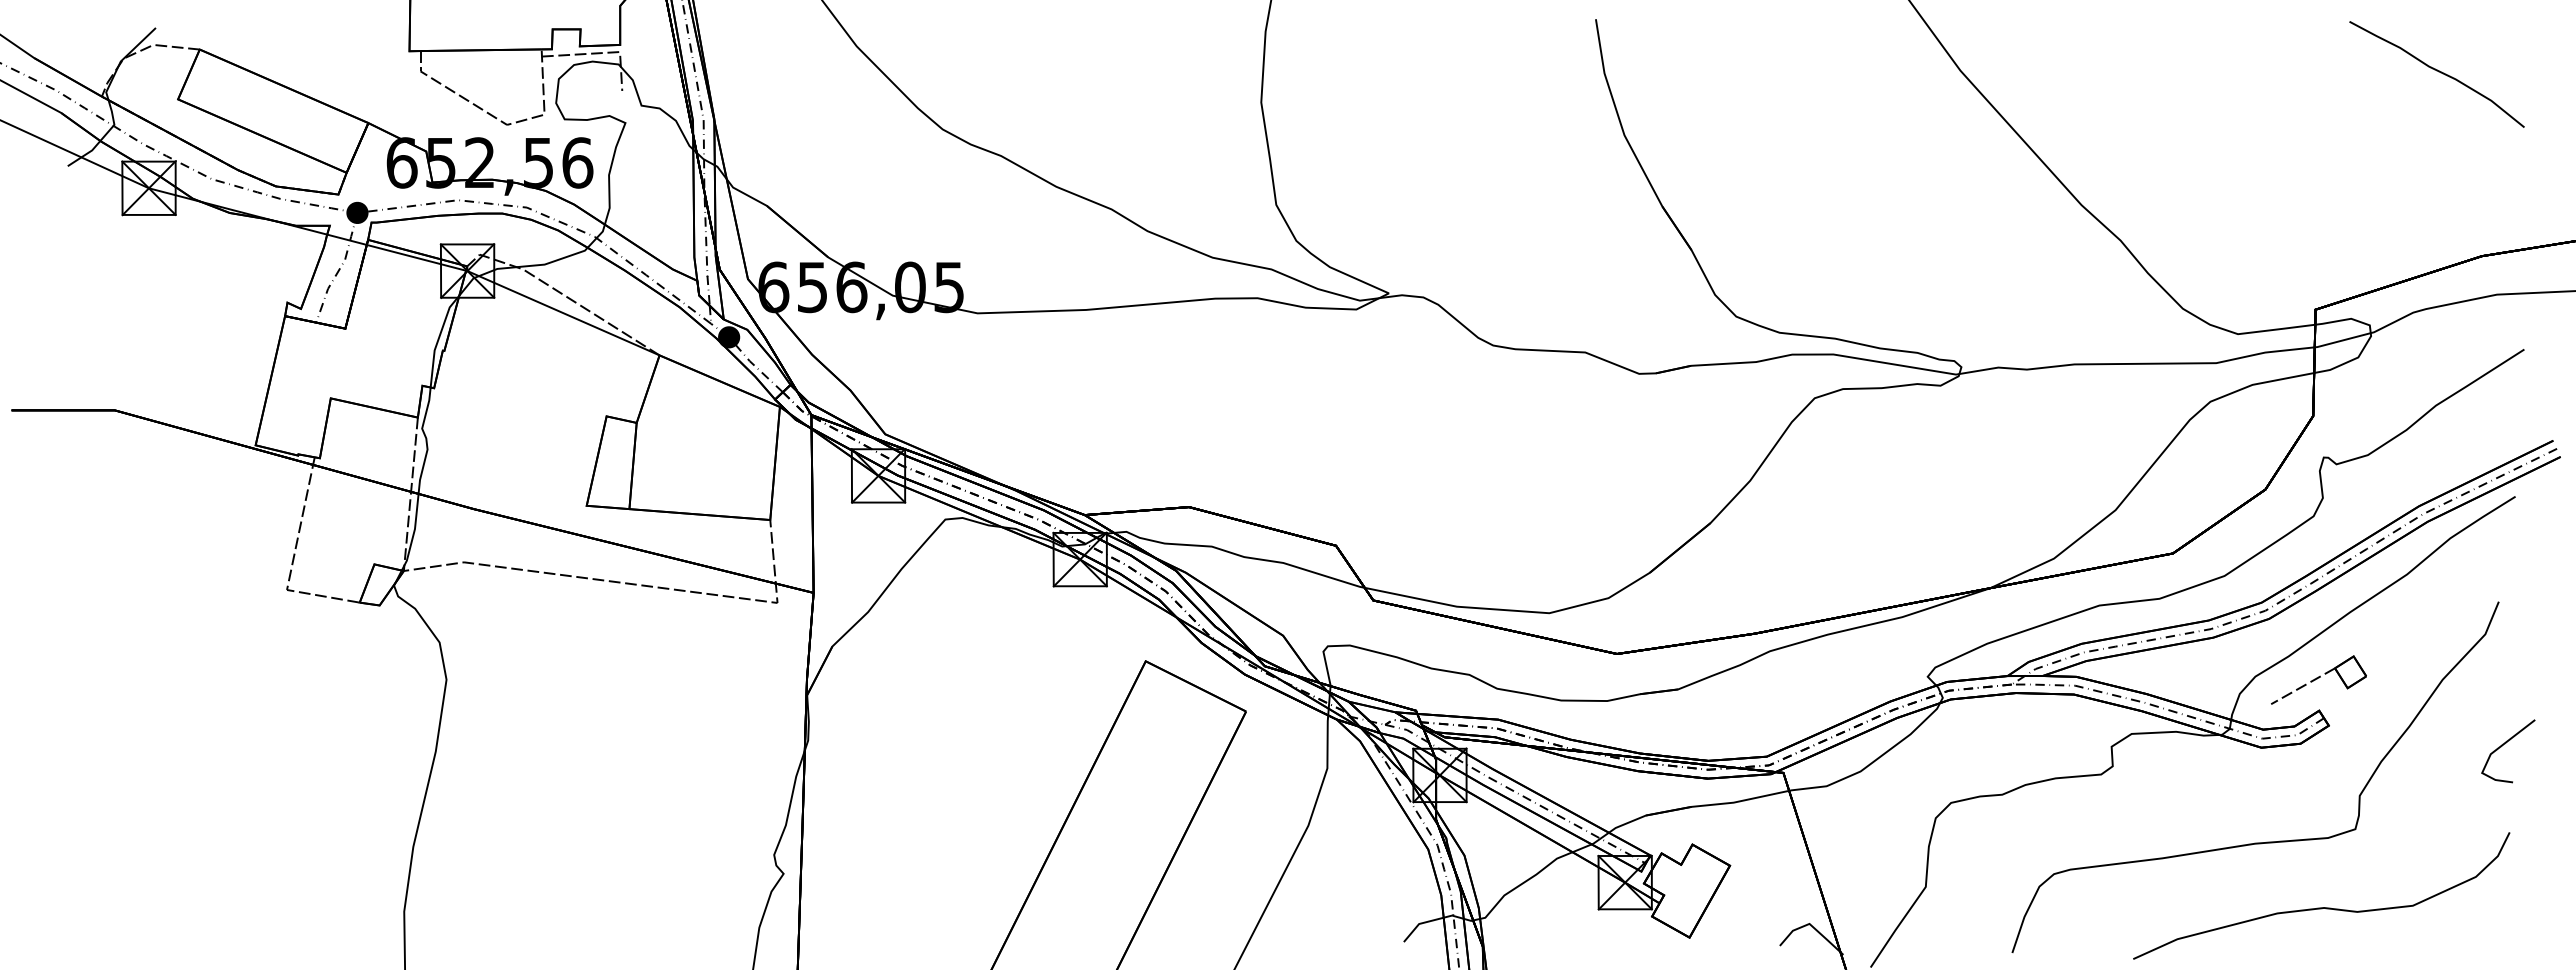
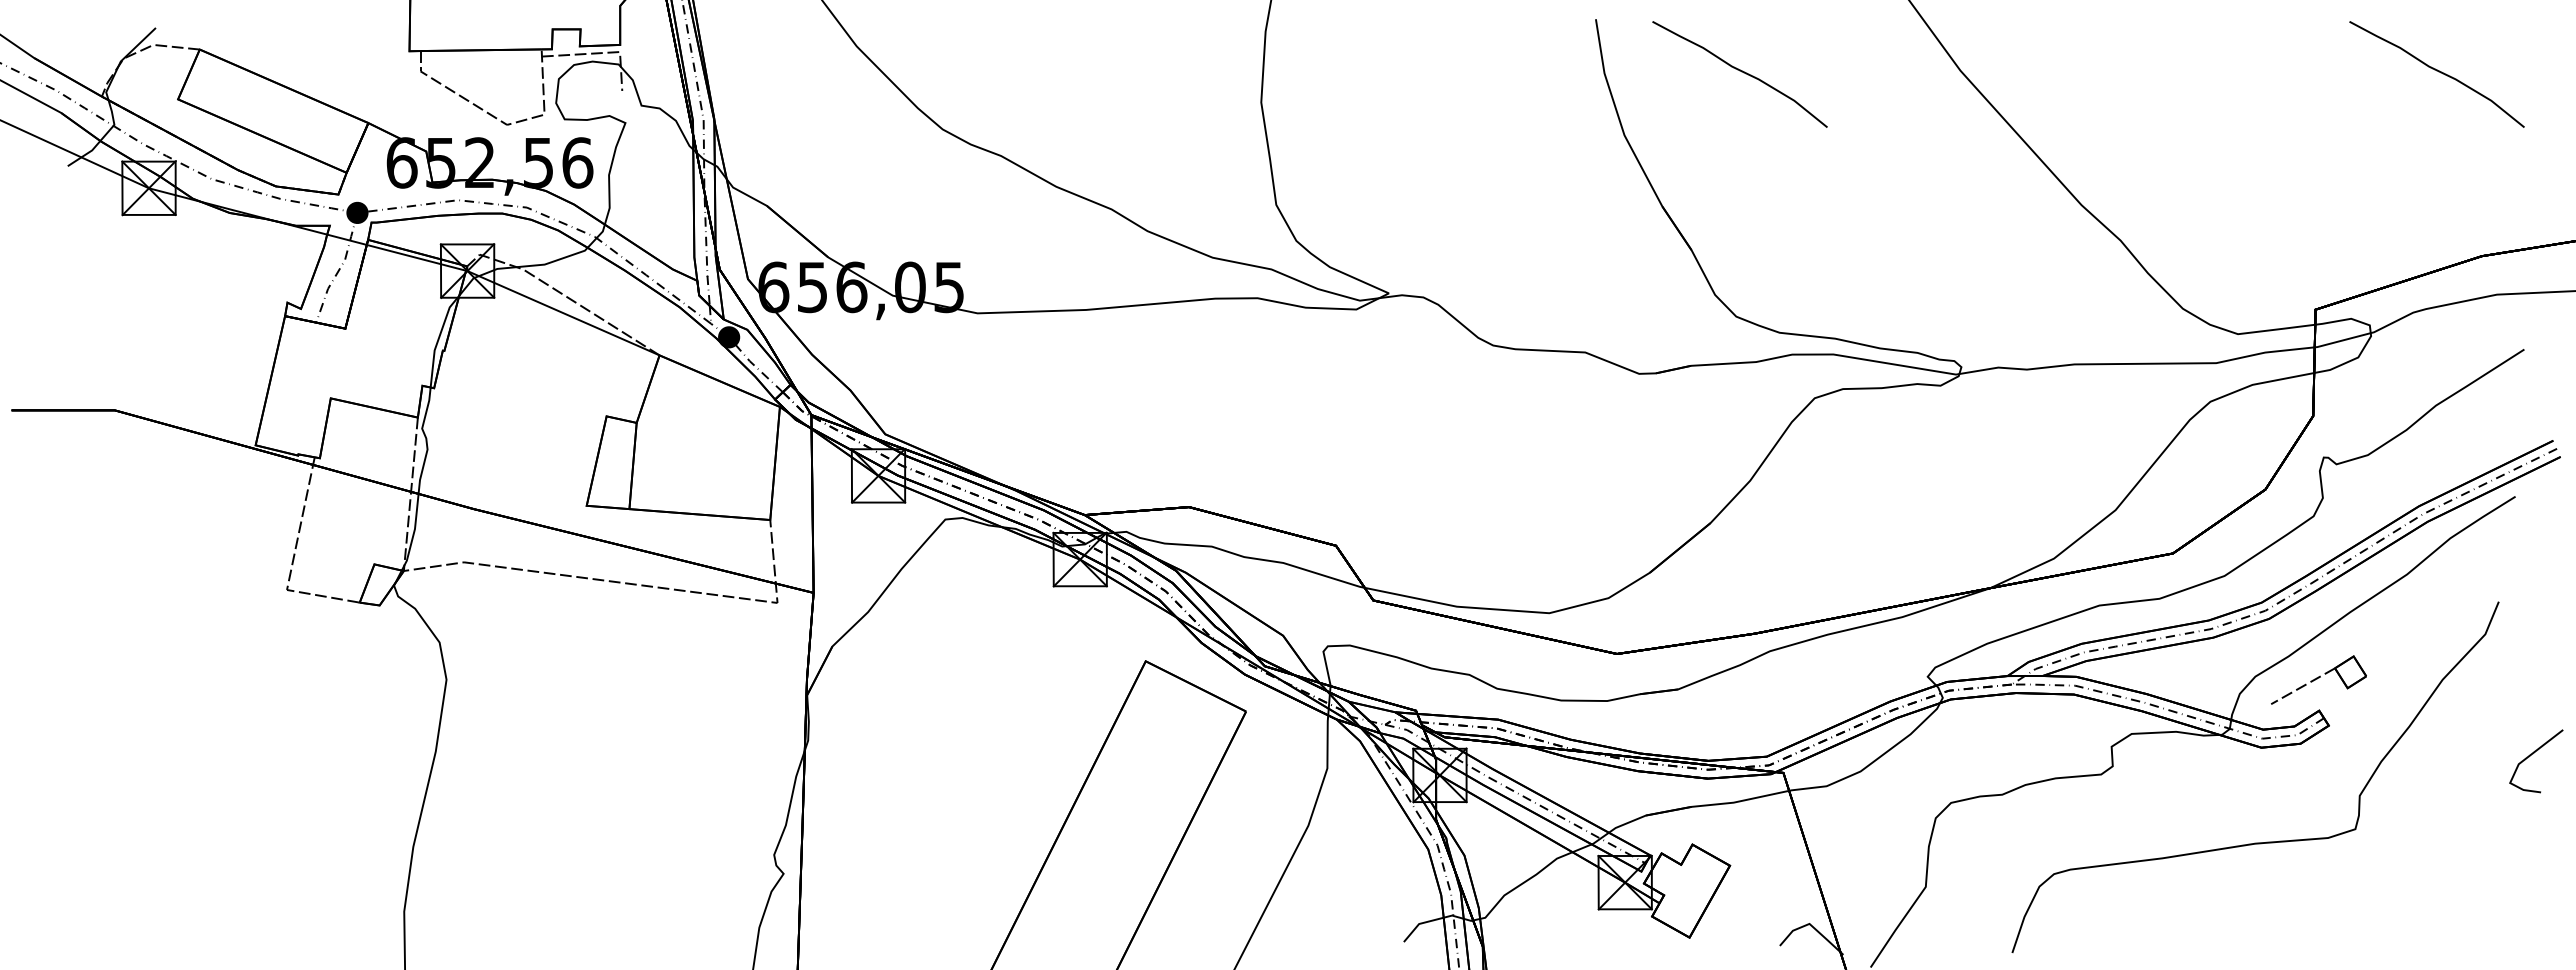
curve at (1741, 72): none -> present
line at (2505, 744) position: (2505, 744) -> (2533, 754)
curve at (2321, 907): present -> none
